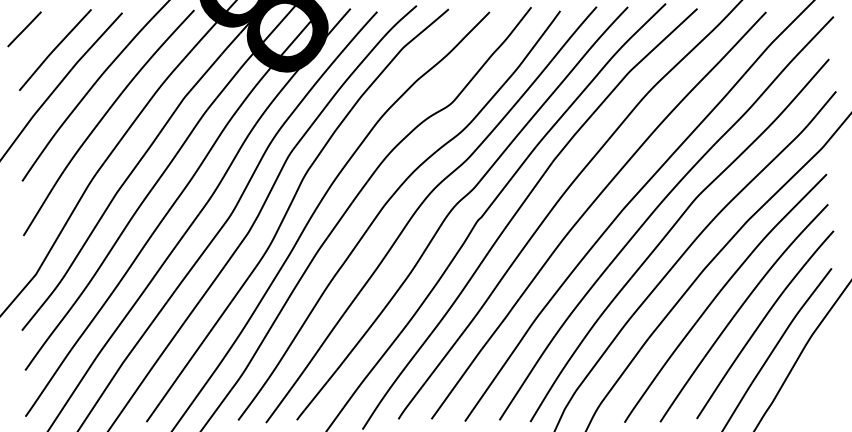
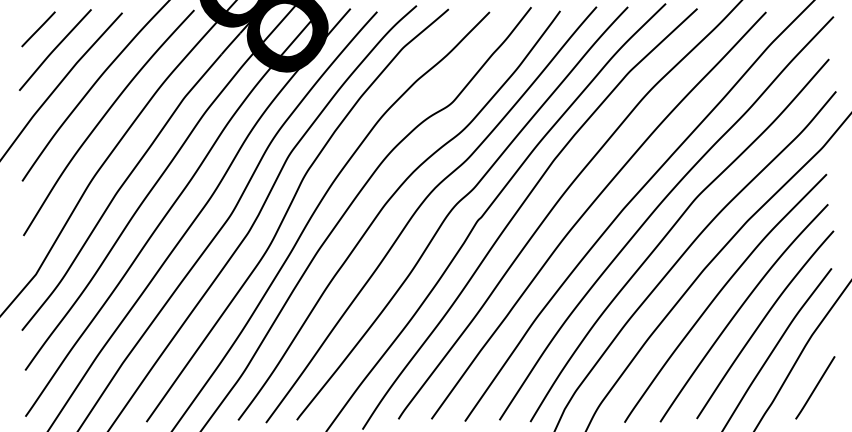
line at (24, 29) position: (24, 29) -> (38, 29)
line at (815, 387): none -> present
